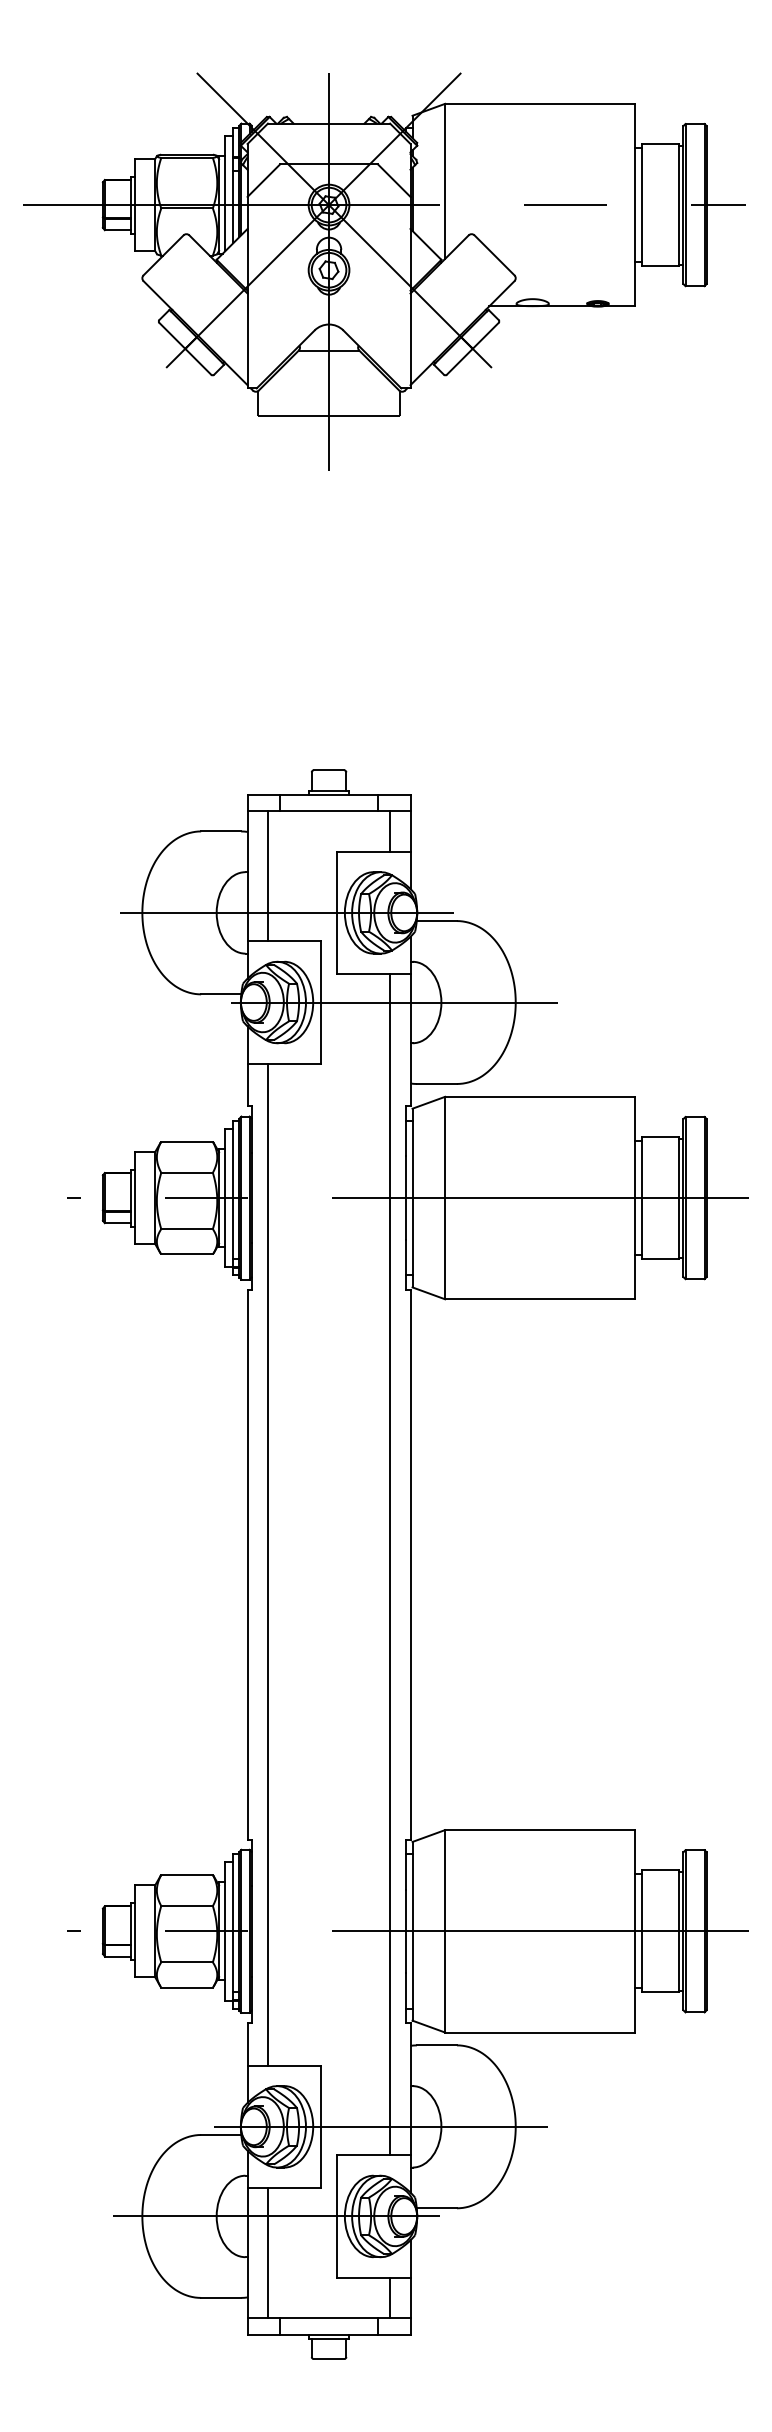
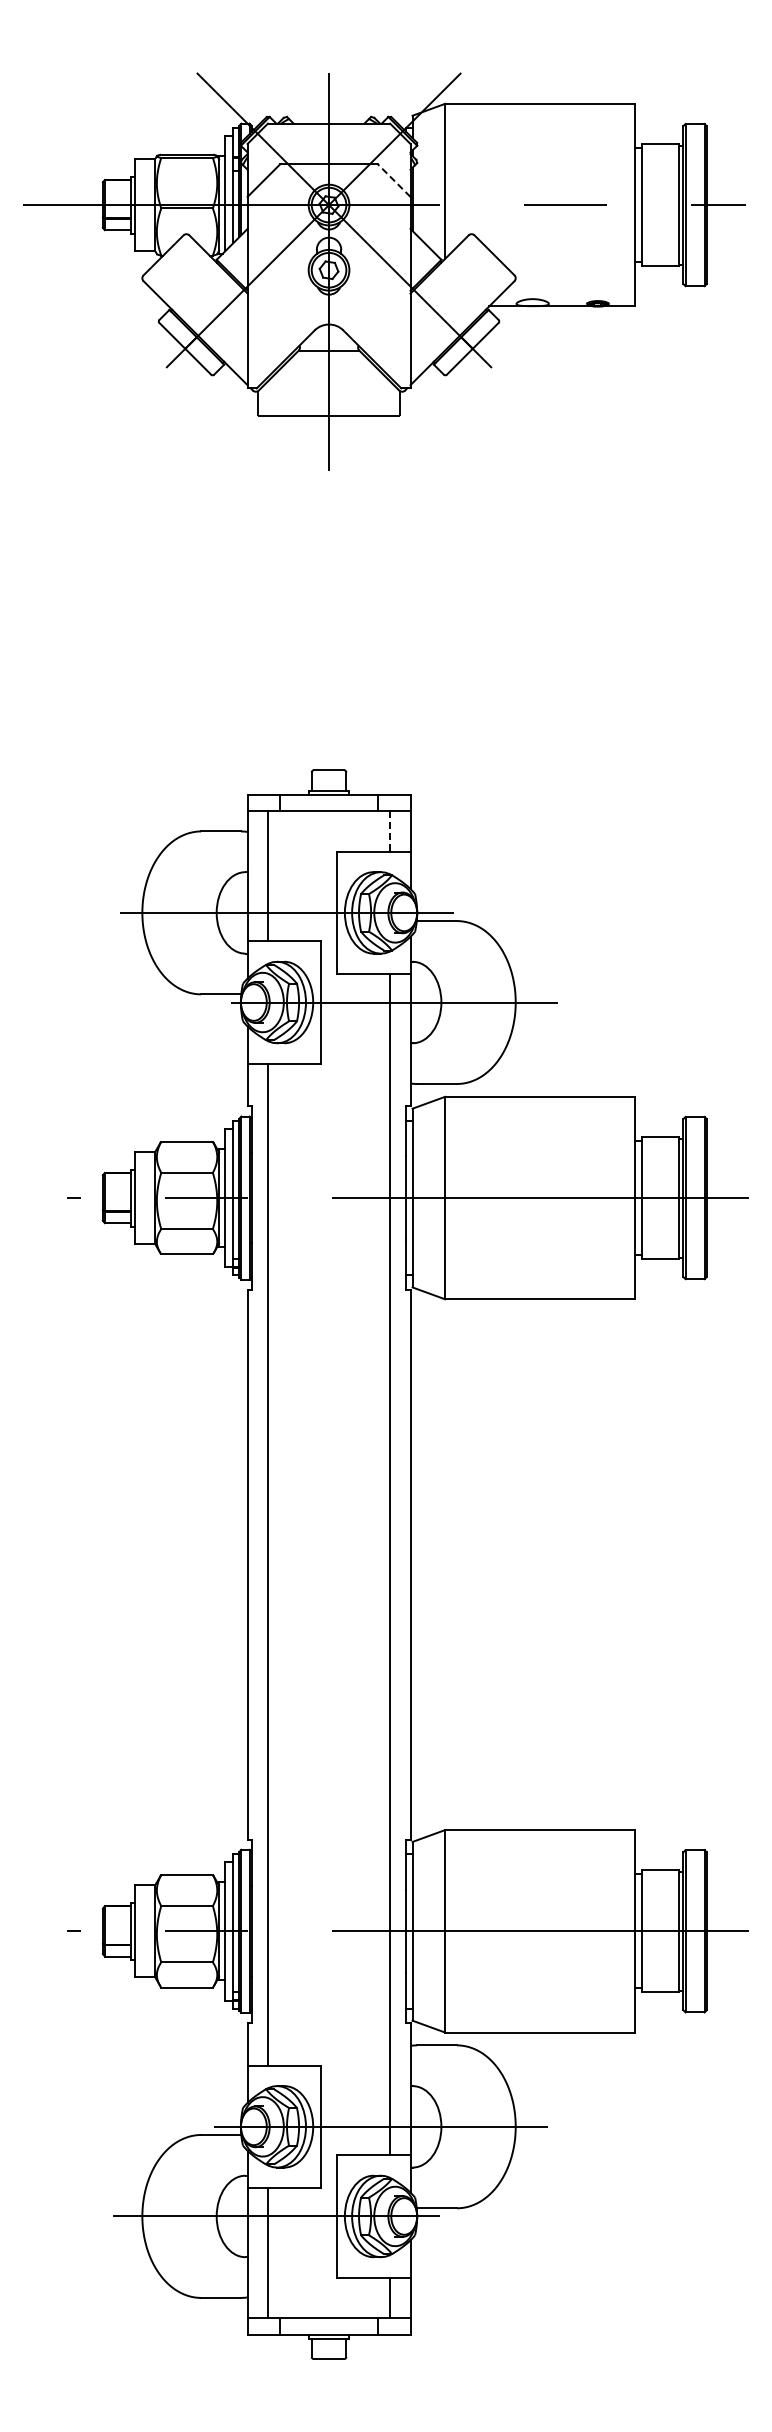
line at (393, 180): solid -> dashed
line at (390, 831): solid -> dashed
